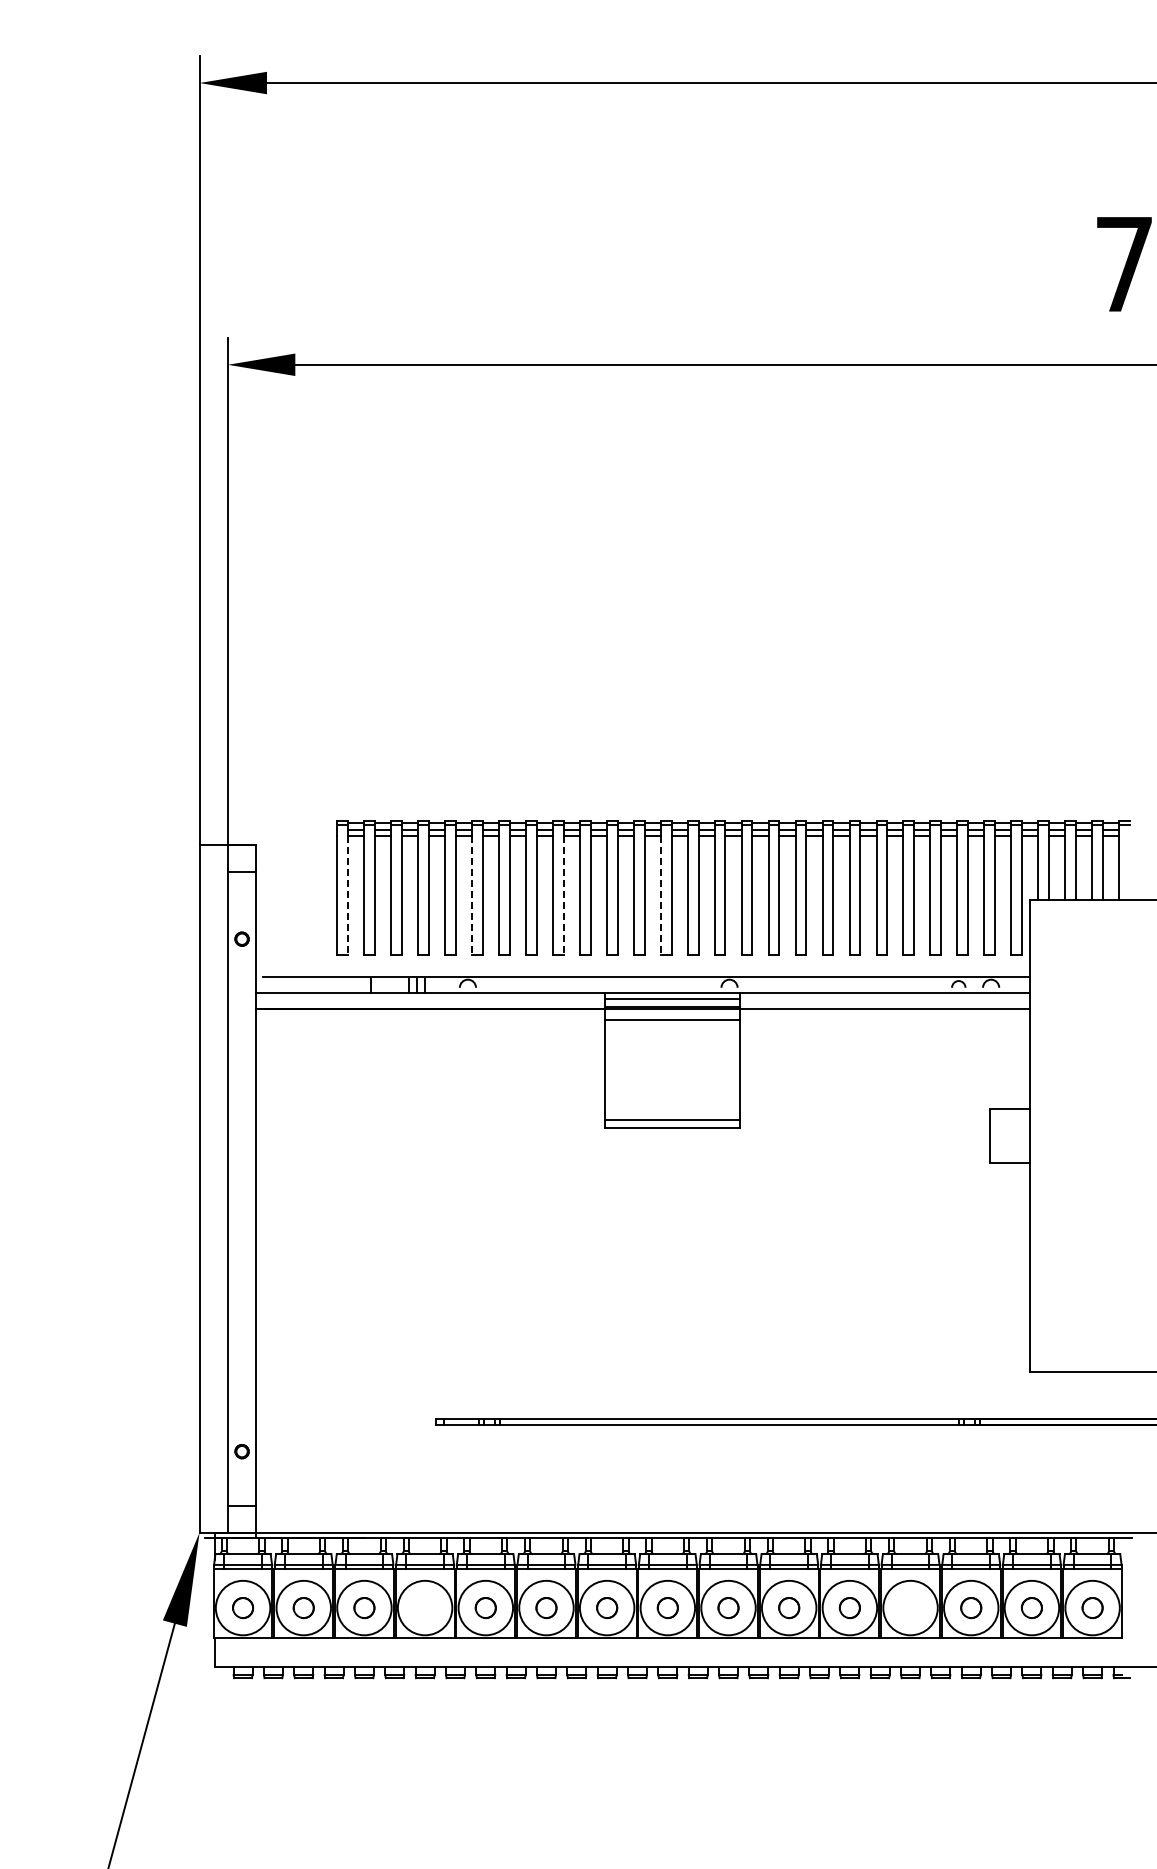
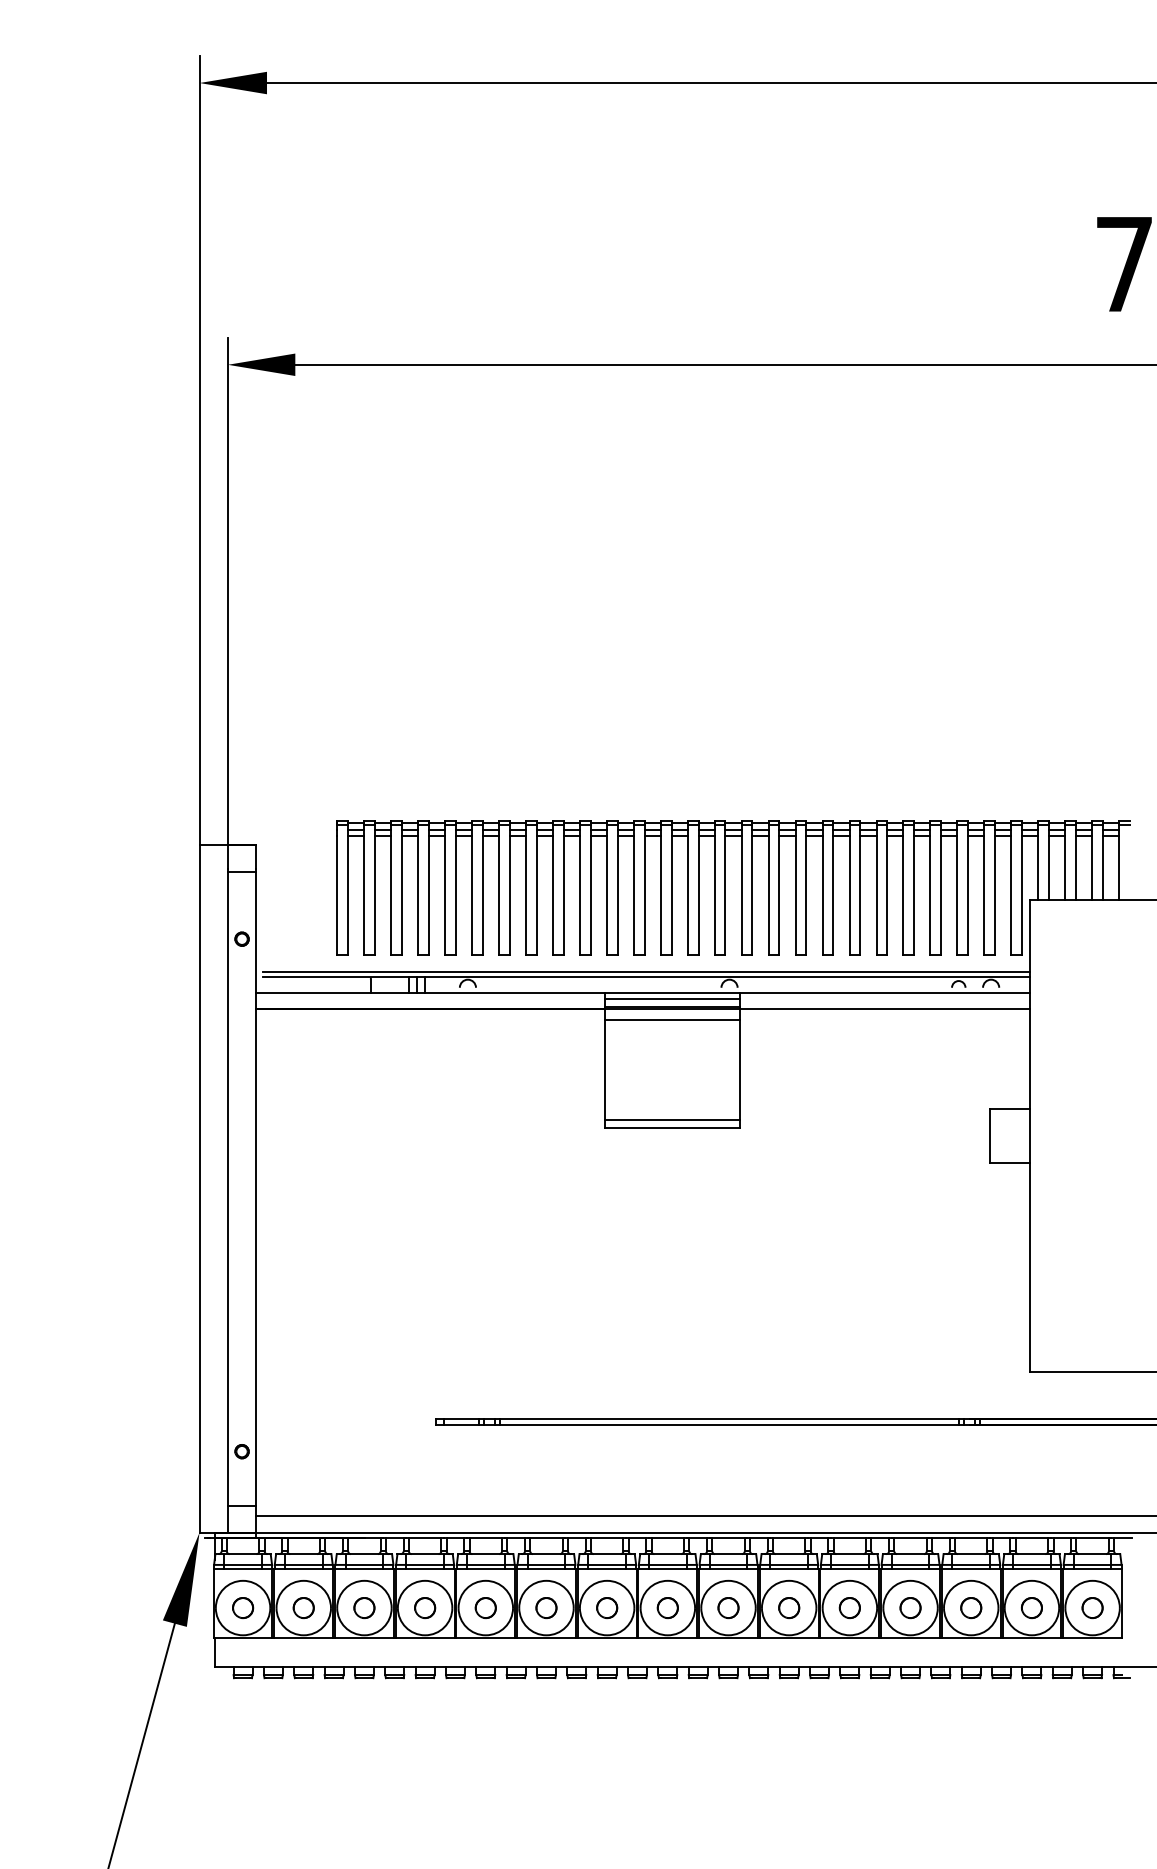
line at (347, 895): dashed -> solid
line at (471, 895): dashed -> solid
line at (563, 895): dashed -> solid
line at (660, 895): dashed -> solid
line at (646, 971): none -> present
line at (704, 1516): none -> present
part at (425, 1608): none -> present
part at (910, 1608): none -> present
